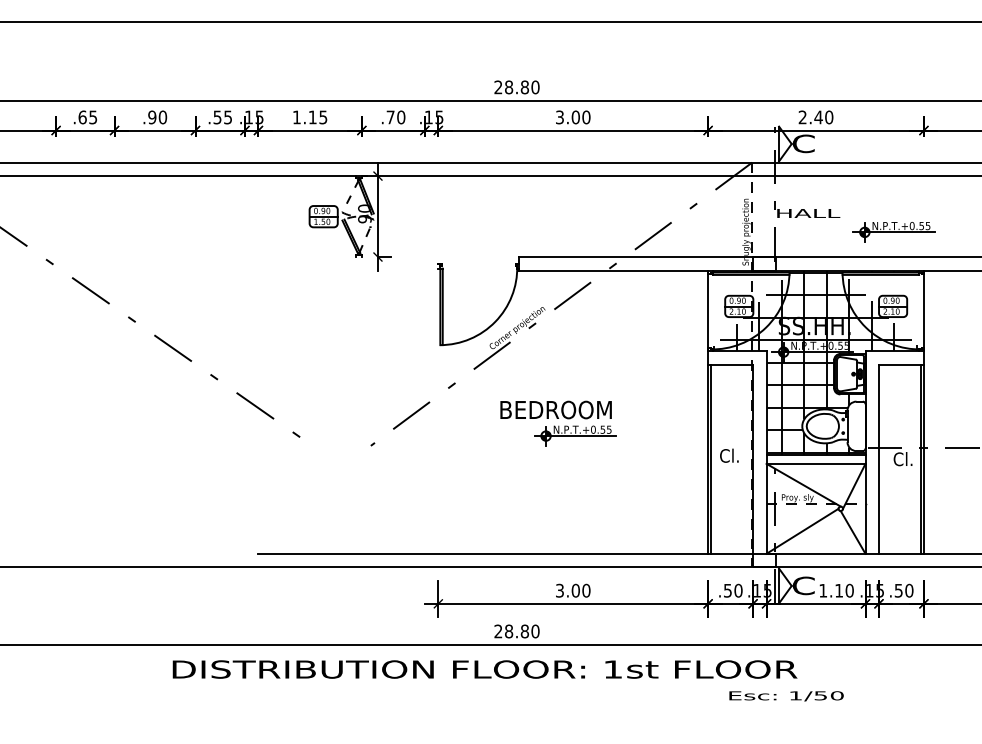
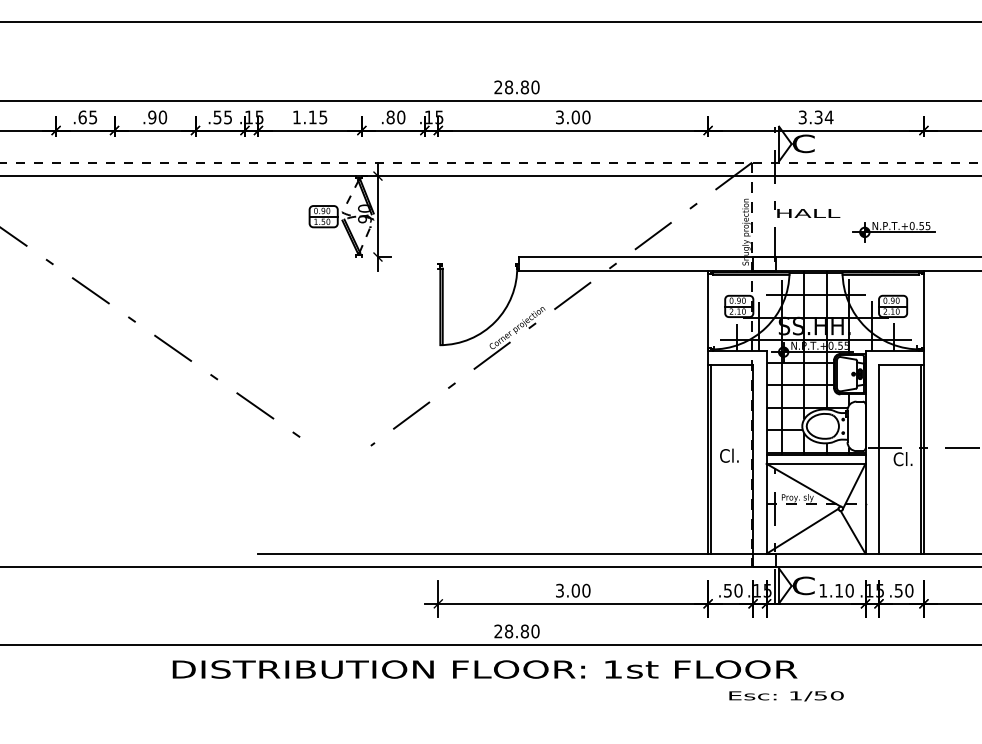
text at (390, 117): .70 -> .80
text at (815, 117): 2.40 -> 3.34
line at (490, 162): solid -> dashed
part at (558, 423): present -> none
